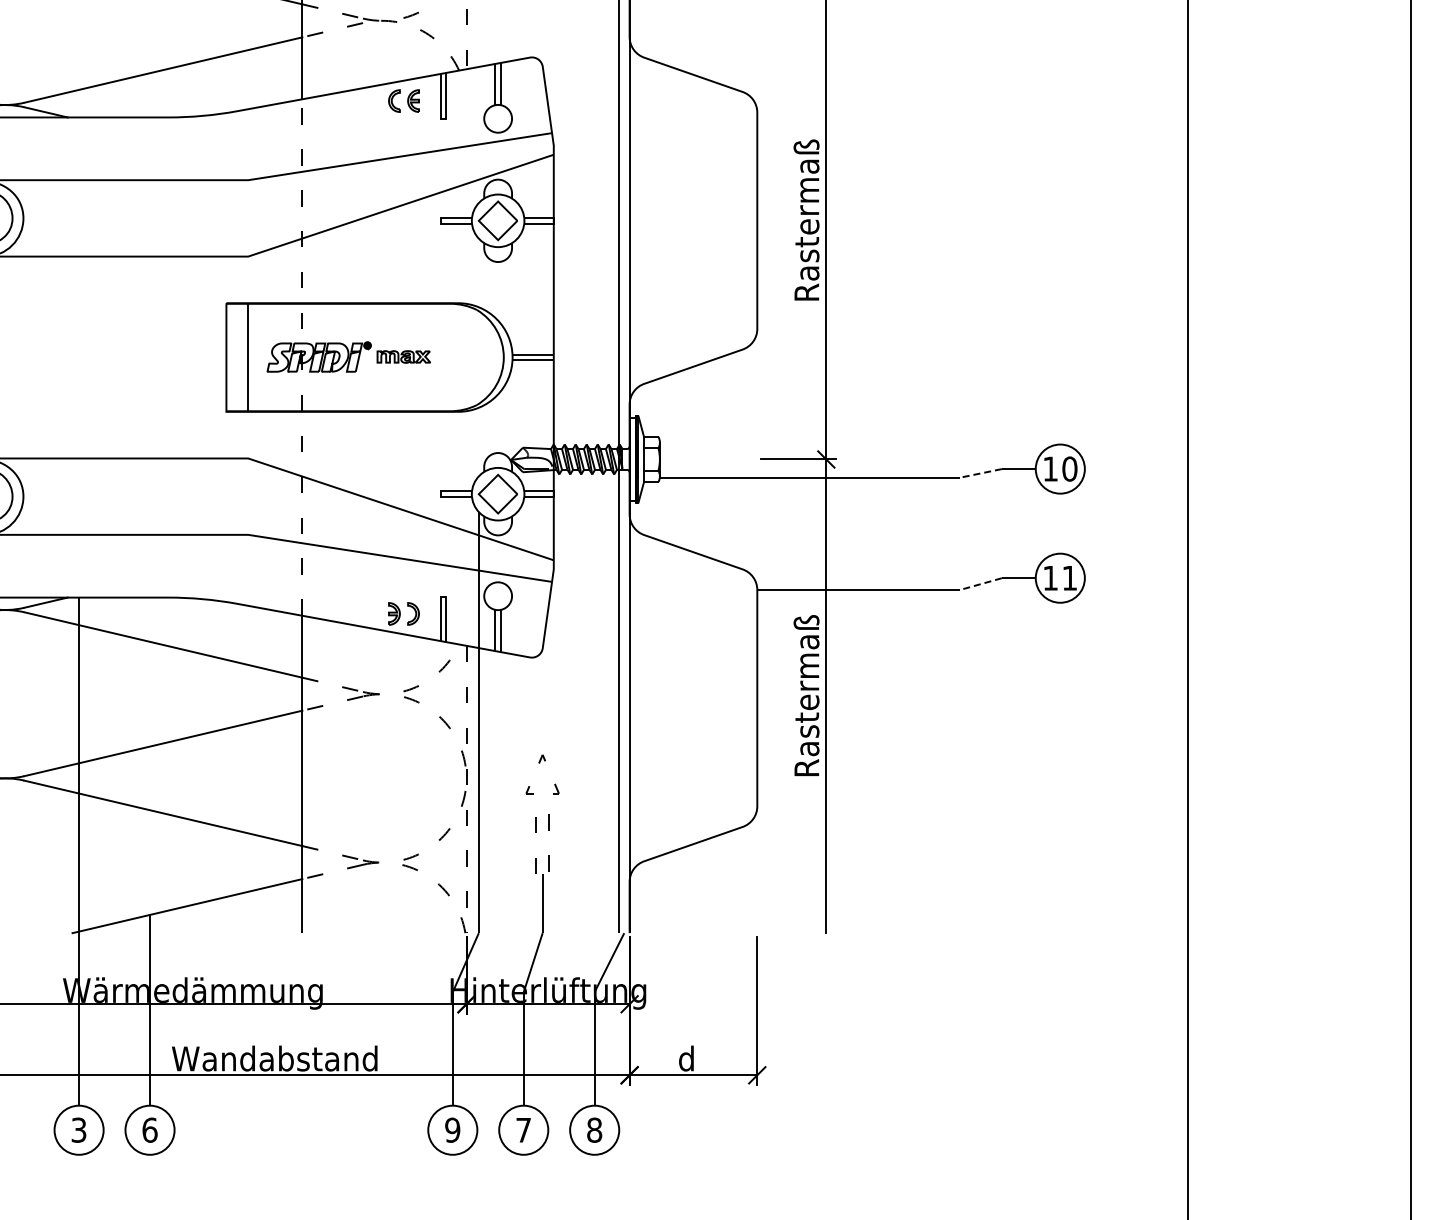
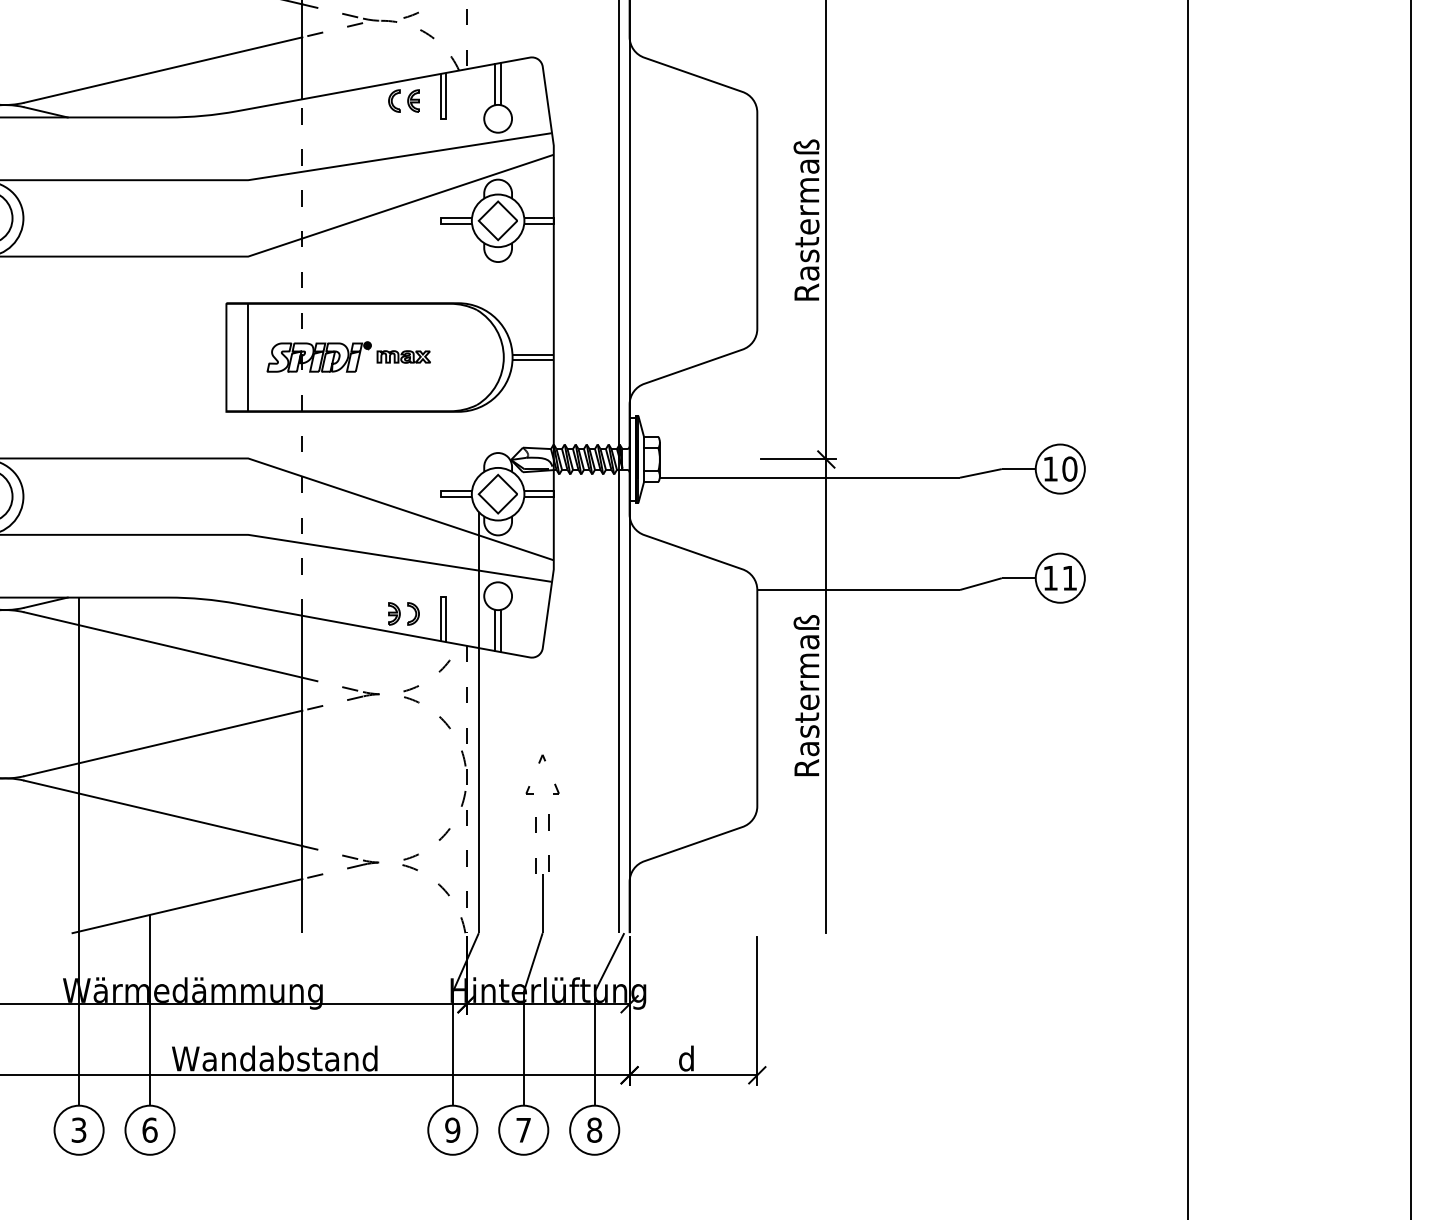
line at (980, 473): dashed -> solid
line at (980, 584): dashed -> solid
